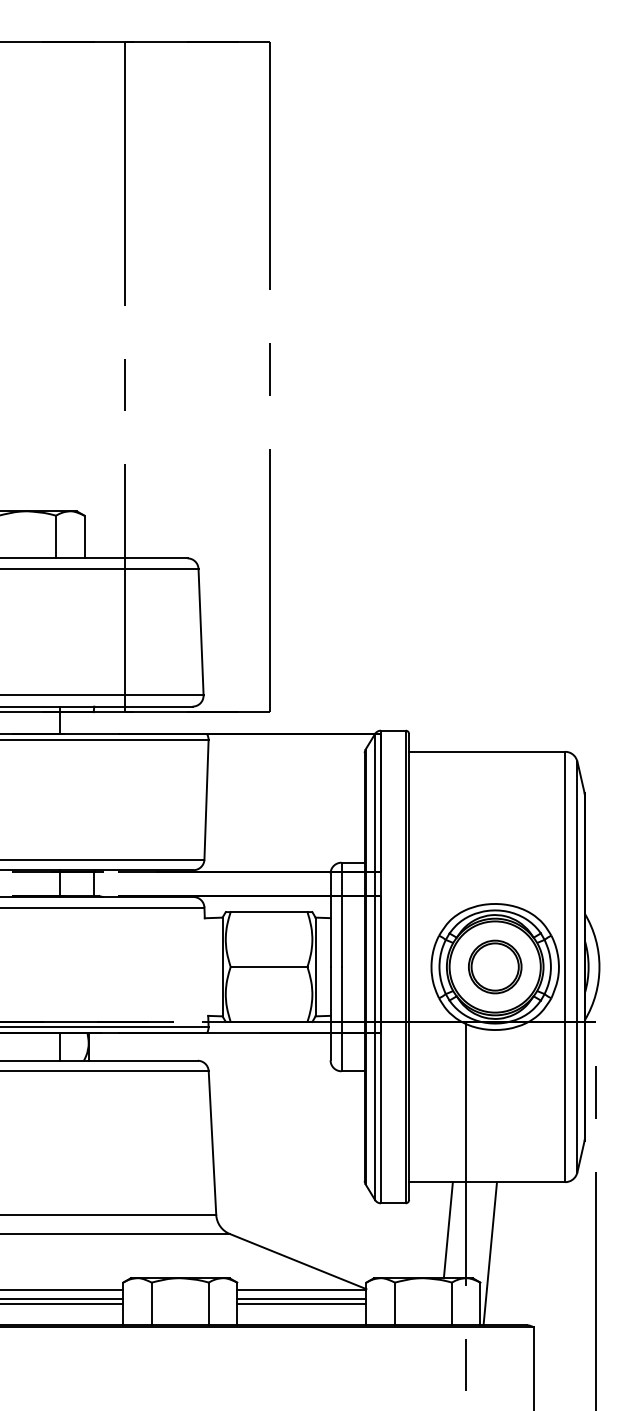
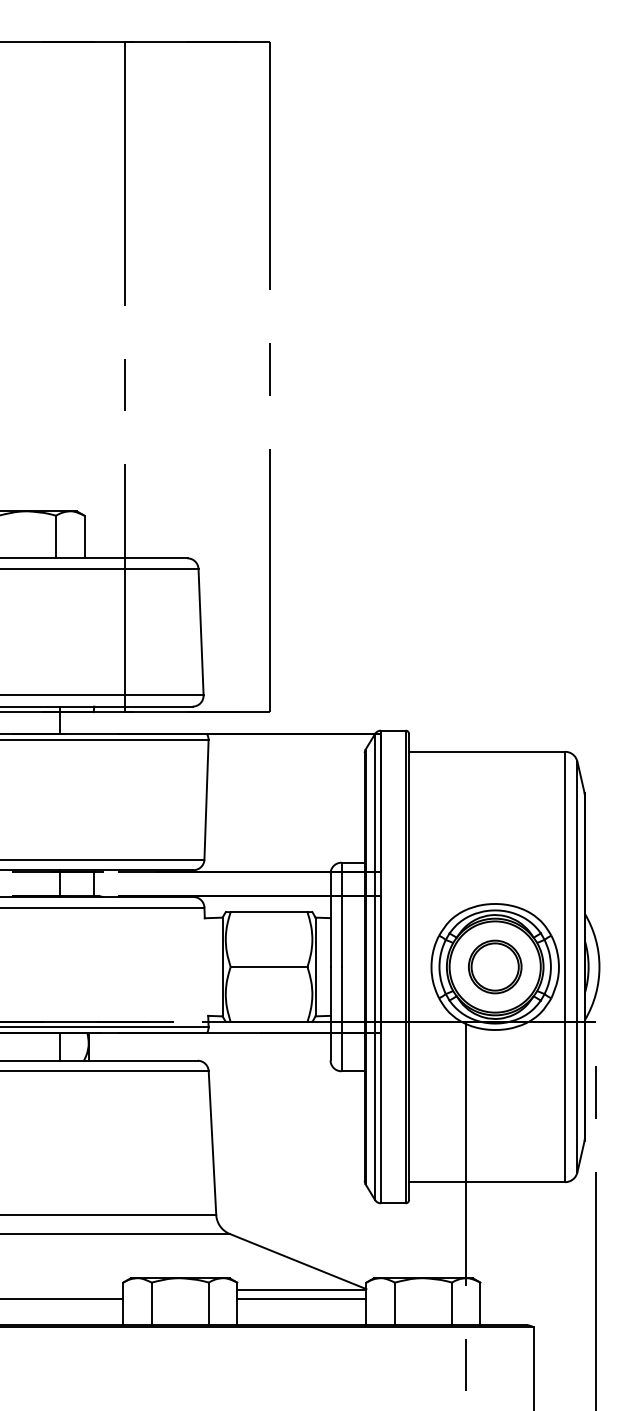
line at (447, 1230): present -> none
line at (490, 1253): present -> none
line at (62, 1289): present -> none
line at (62, 1304): present -> none
line at (301, 1304): present -> none
